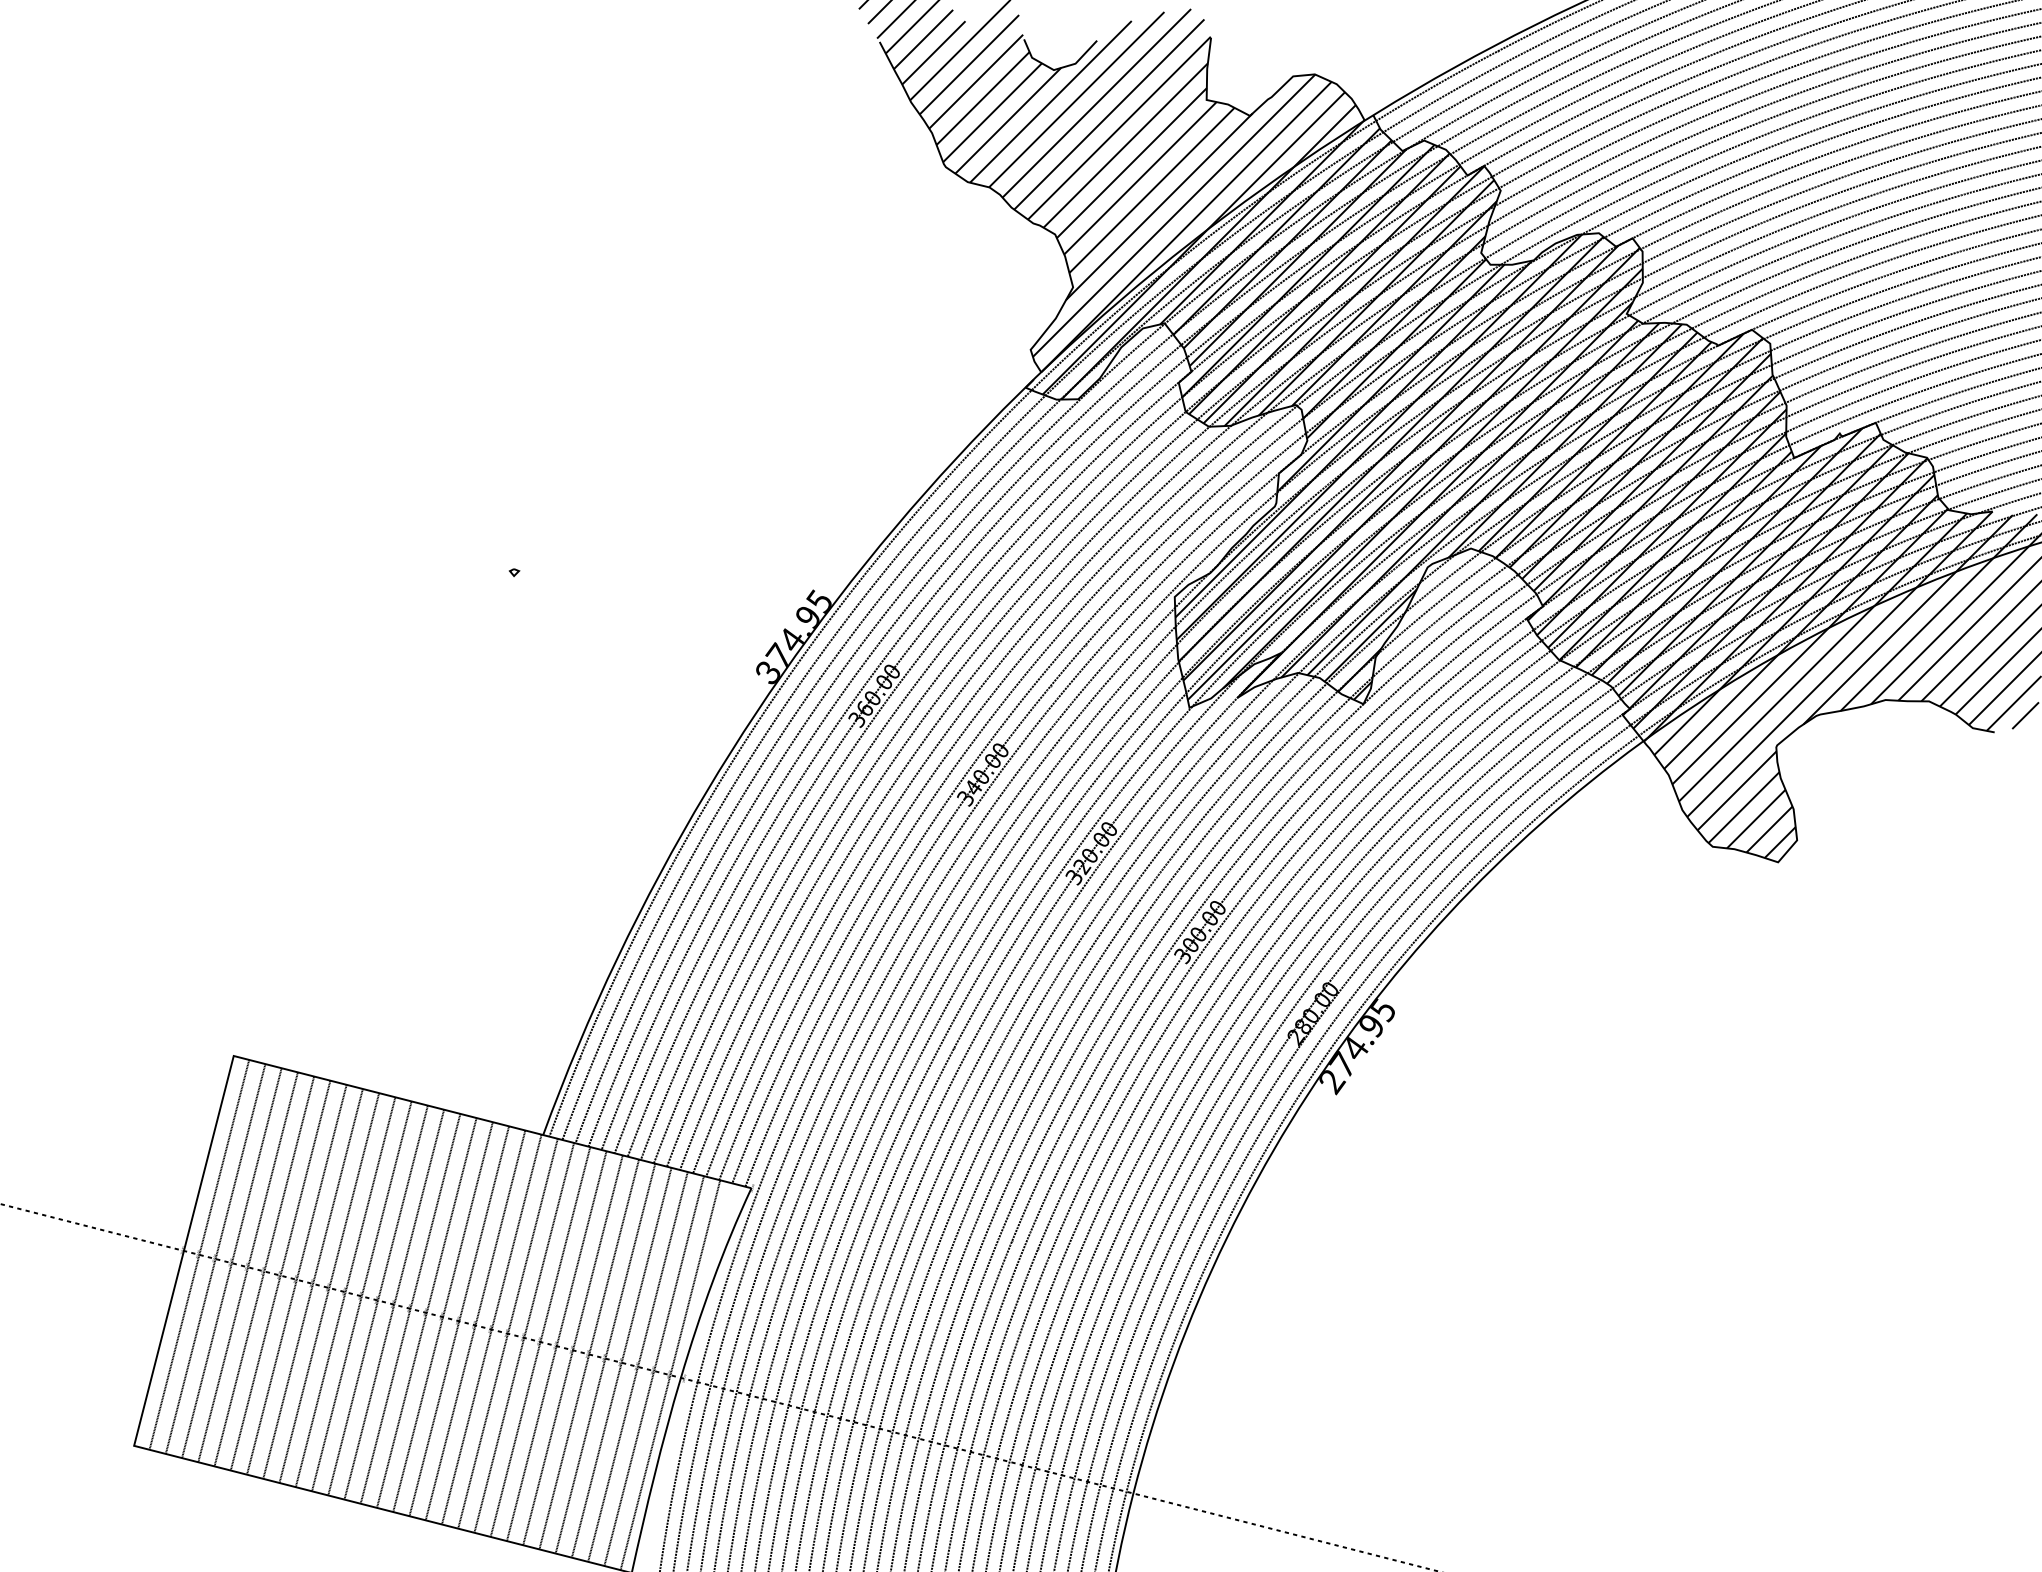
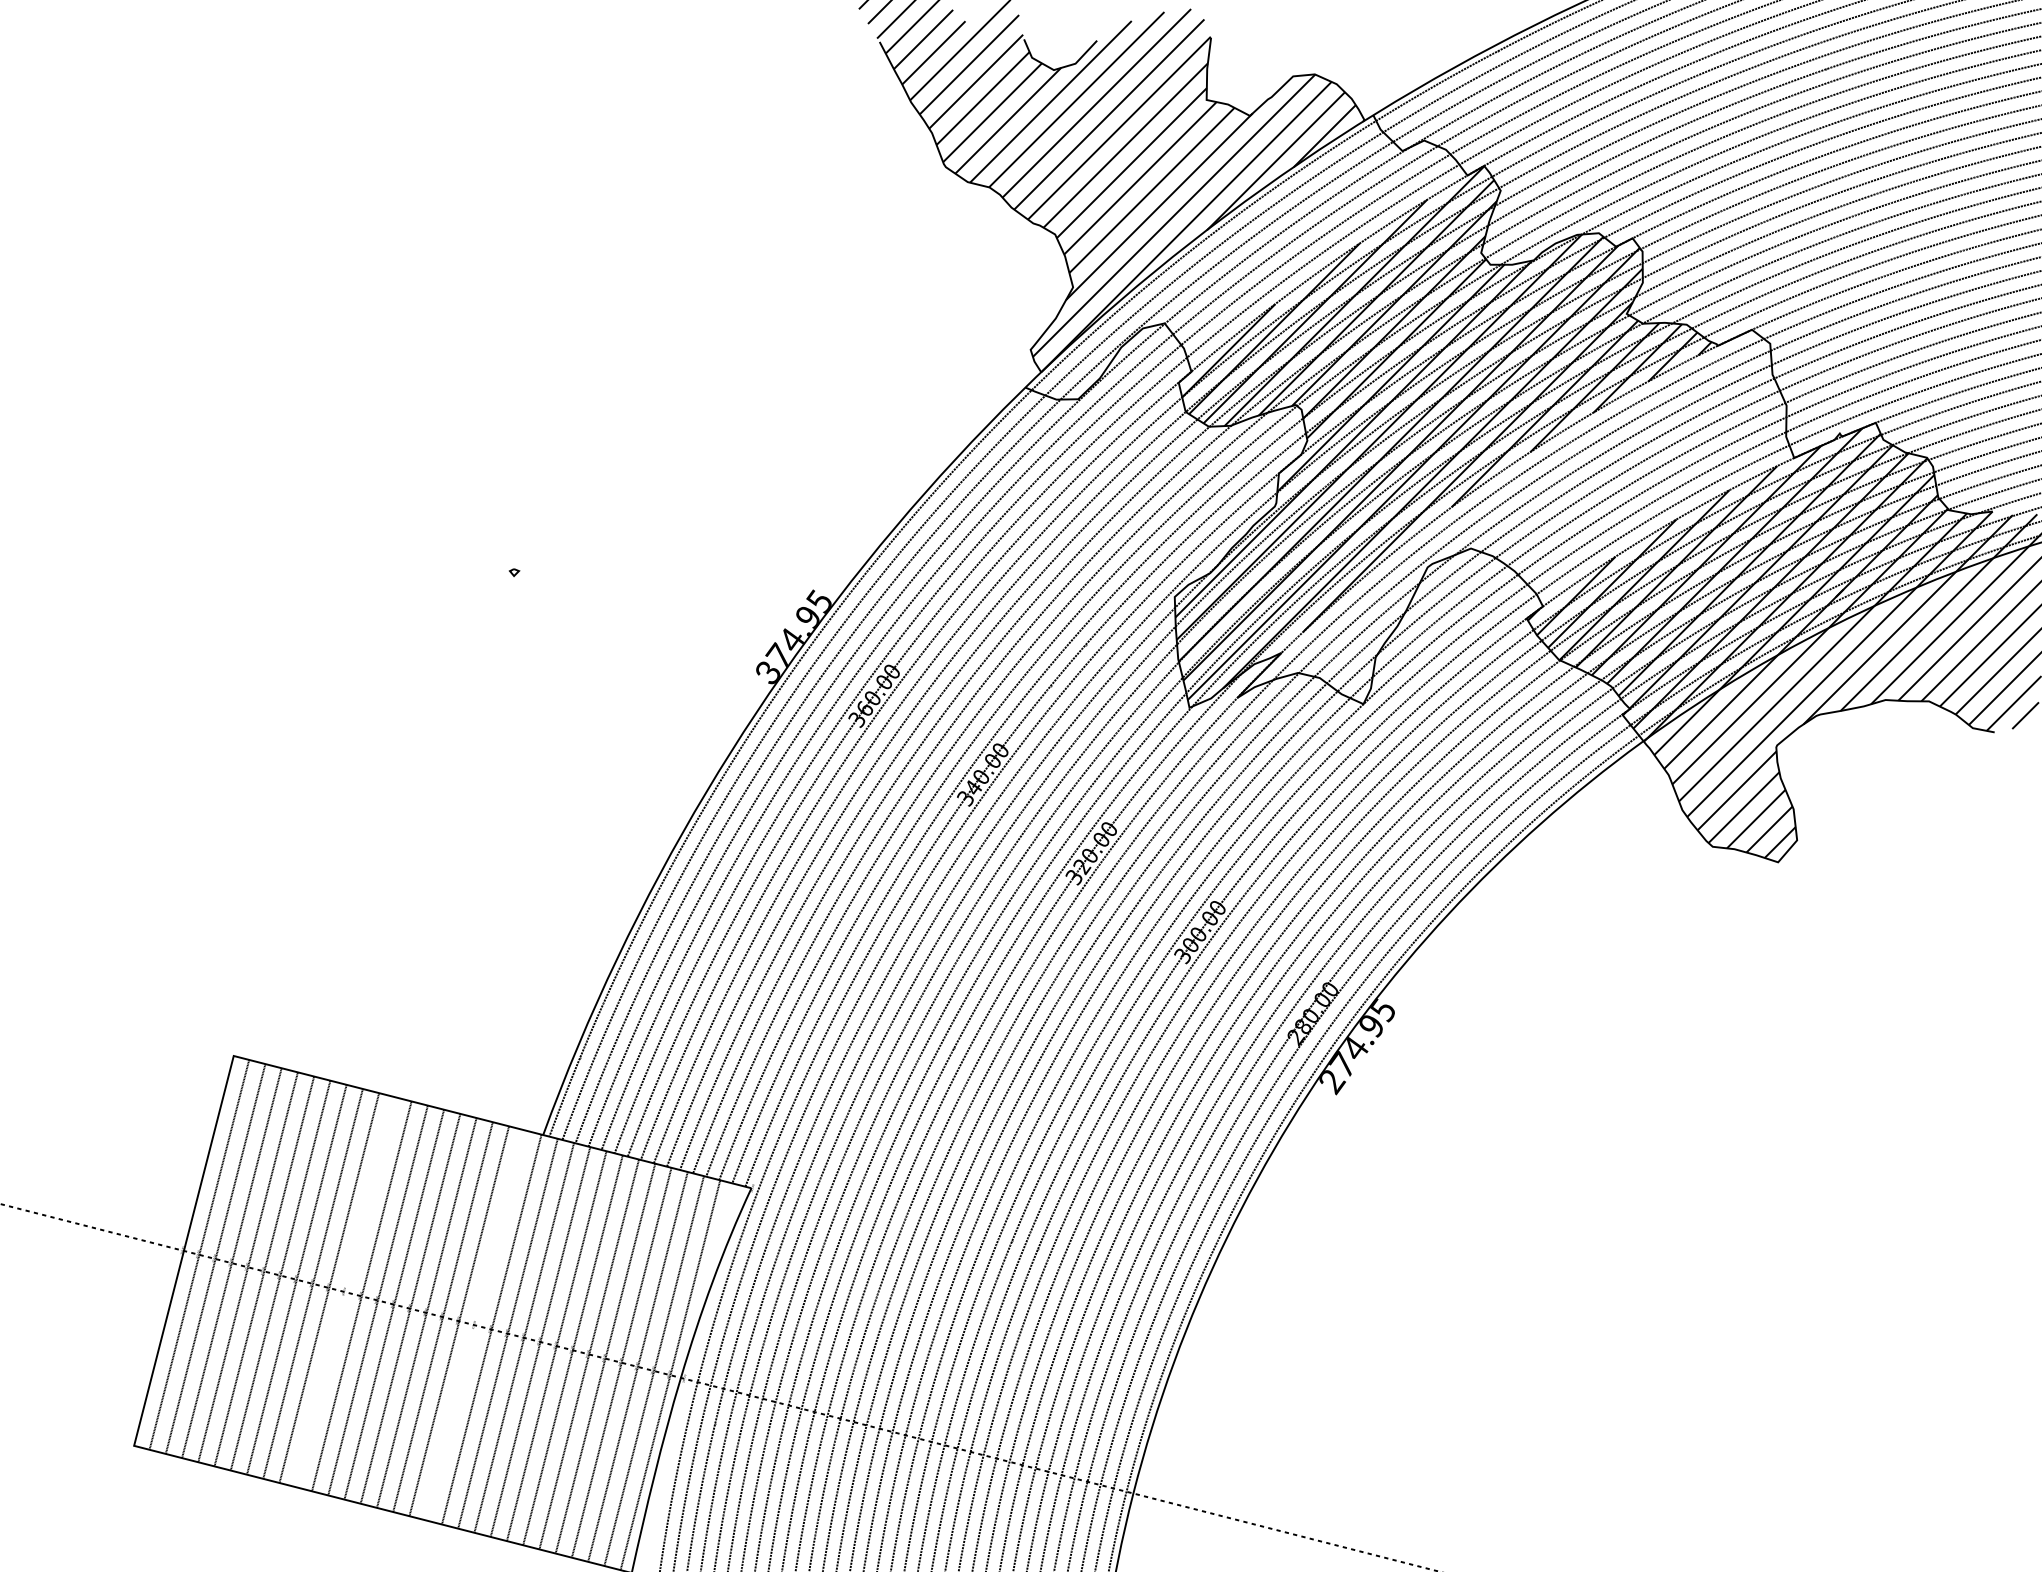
hatch at (1242, 260): present -> none
hatch at (1517, 516): present -> none
line at (345, 1292): present -> none
line at (475, 1325): present -> none
